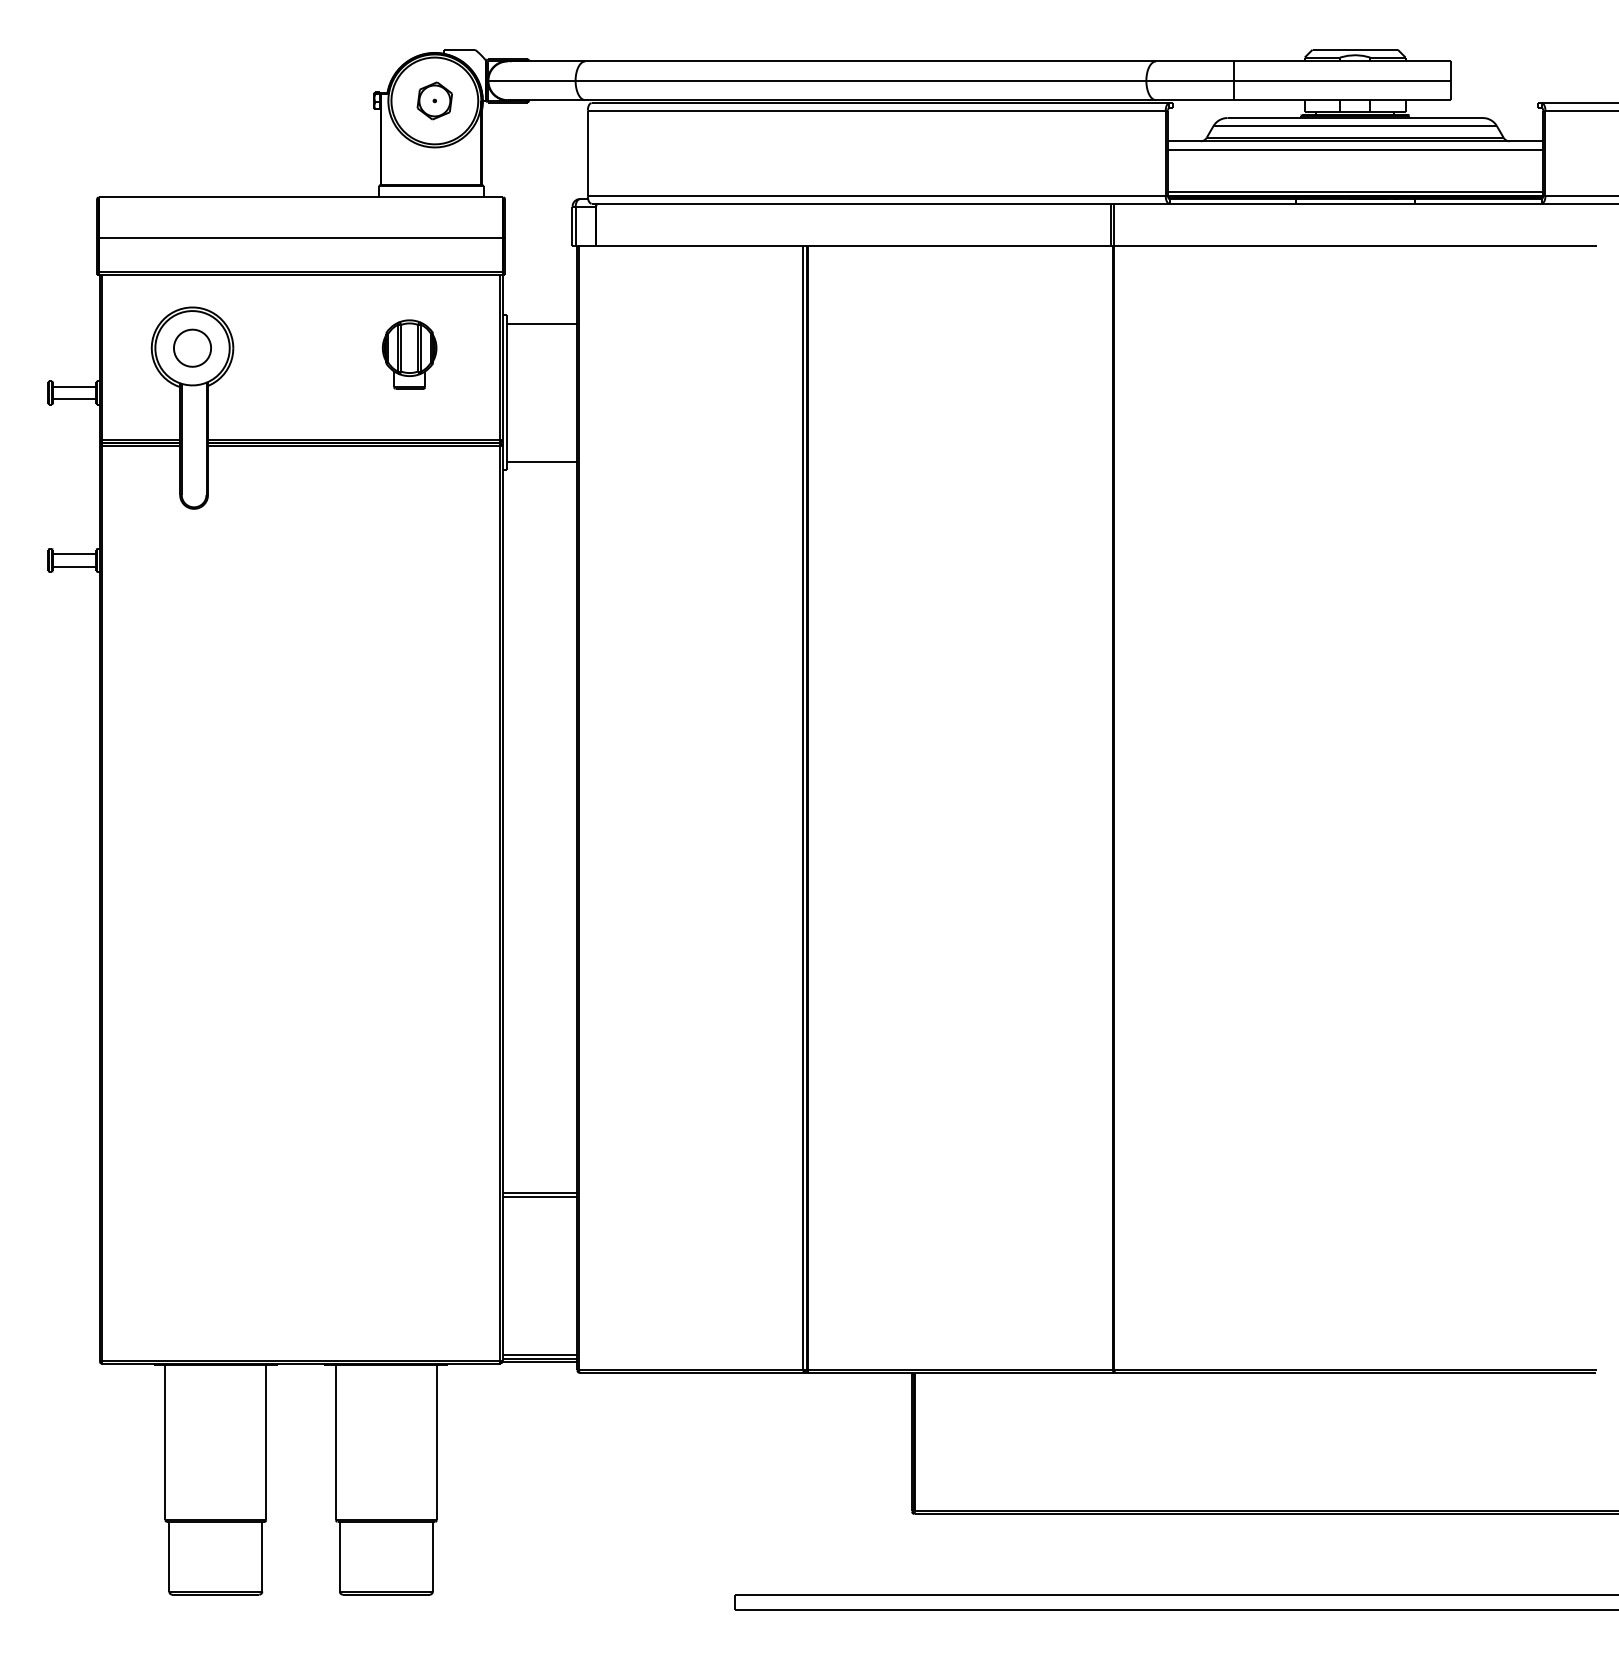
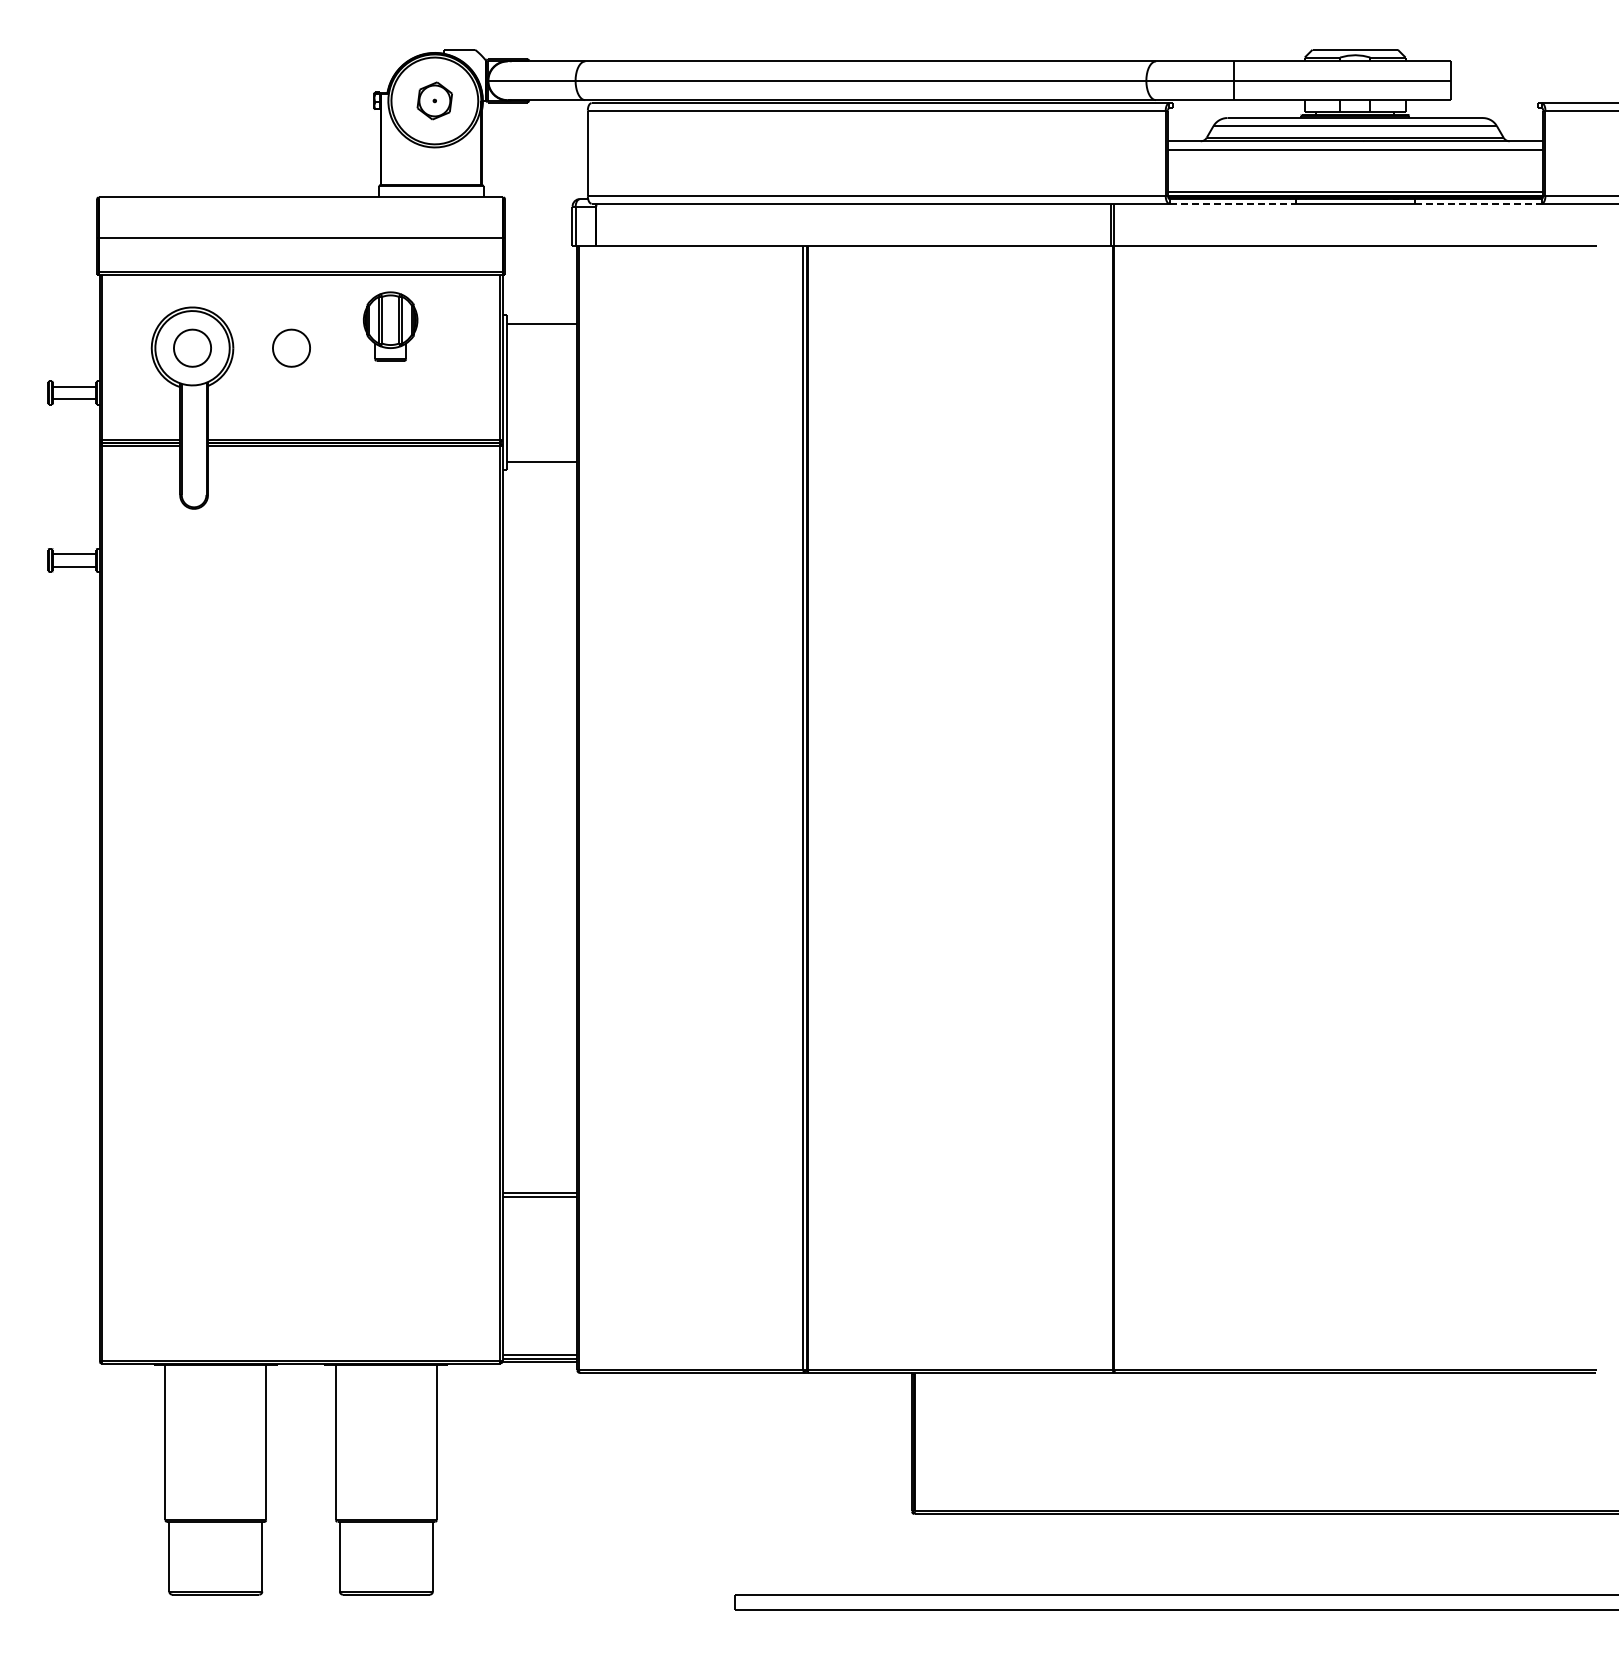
line at (1233, 203): solid -> dashed
line at (1478, 203): solid -> dashed
part at (291, 347): none -> present
part at (409, 354) position: (409, 354) -> (390, 326)
